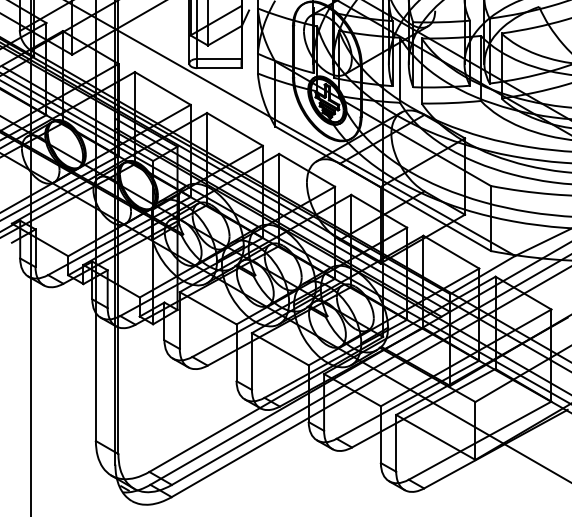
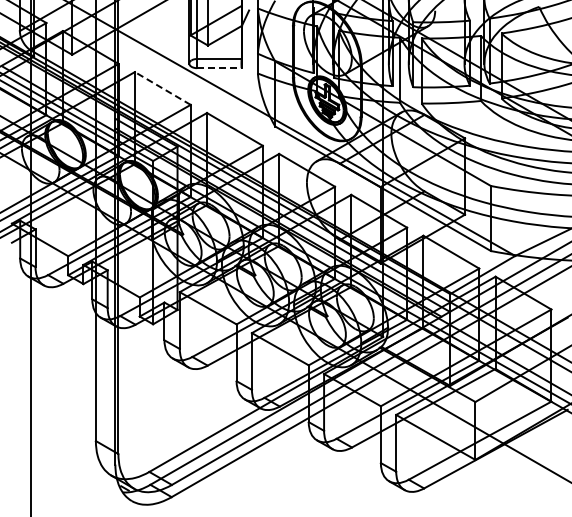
line at (219, 68): solid -> dashed
line at (162, 88): solid -> dashed
